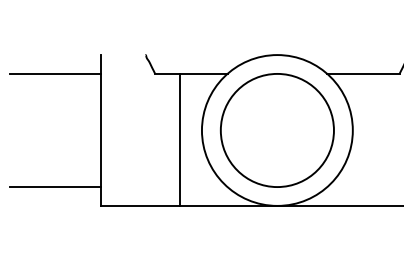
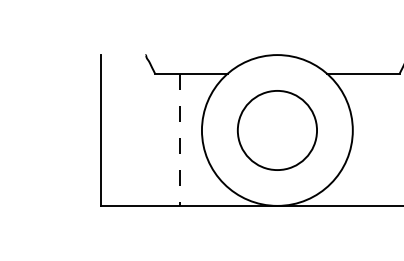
line at (55, 73): present -> none
circle at (277, 130) size: 115x115 px -> 81x81 px
line at (179, 140): solid -> dashed
line at (55, 187): present -> none
